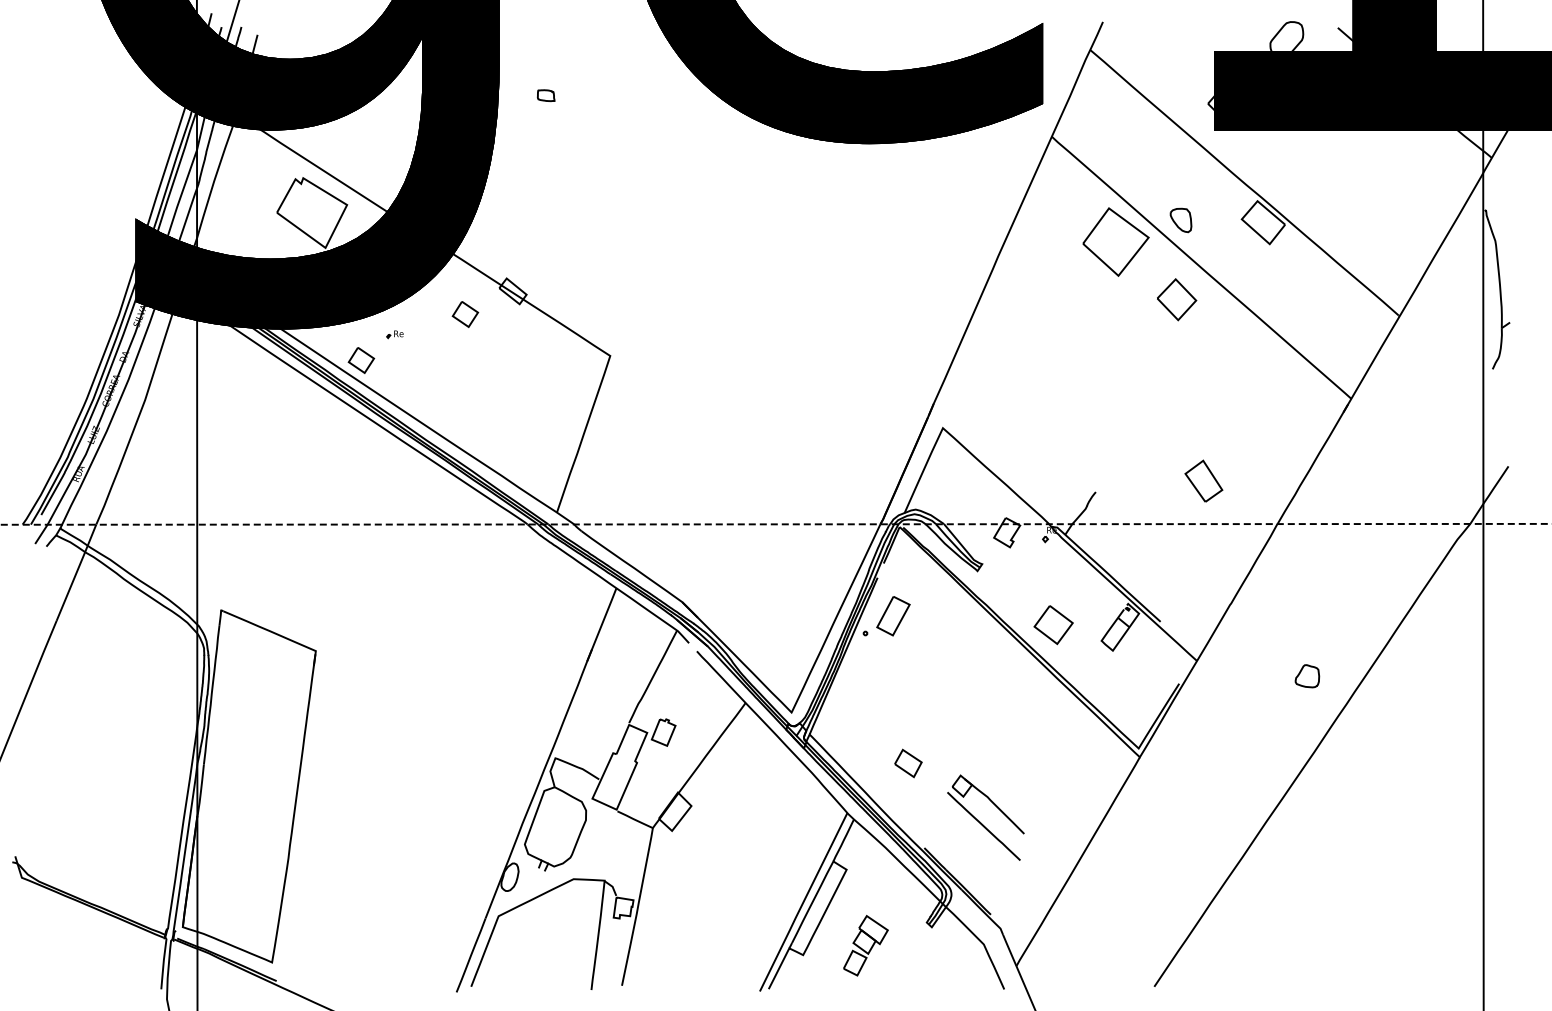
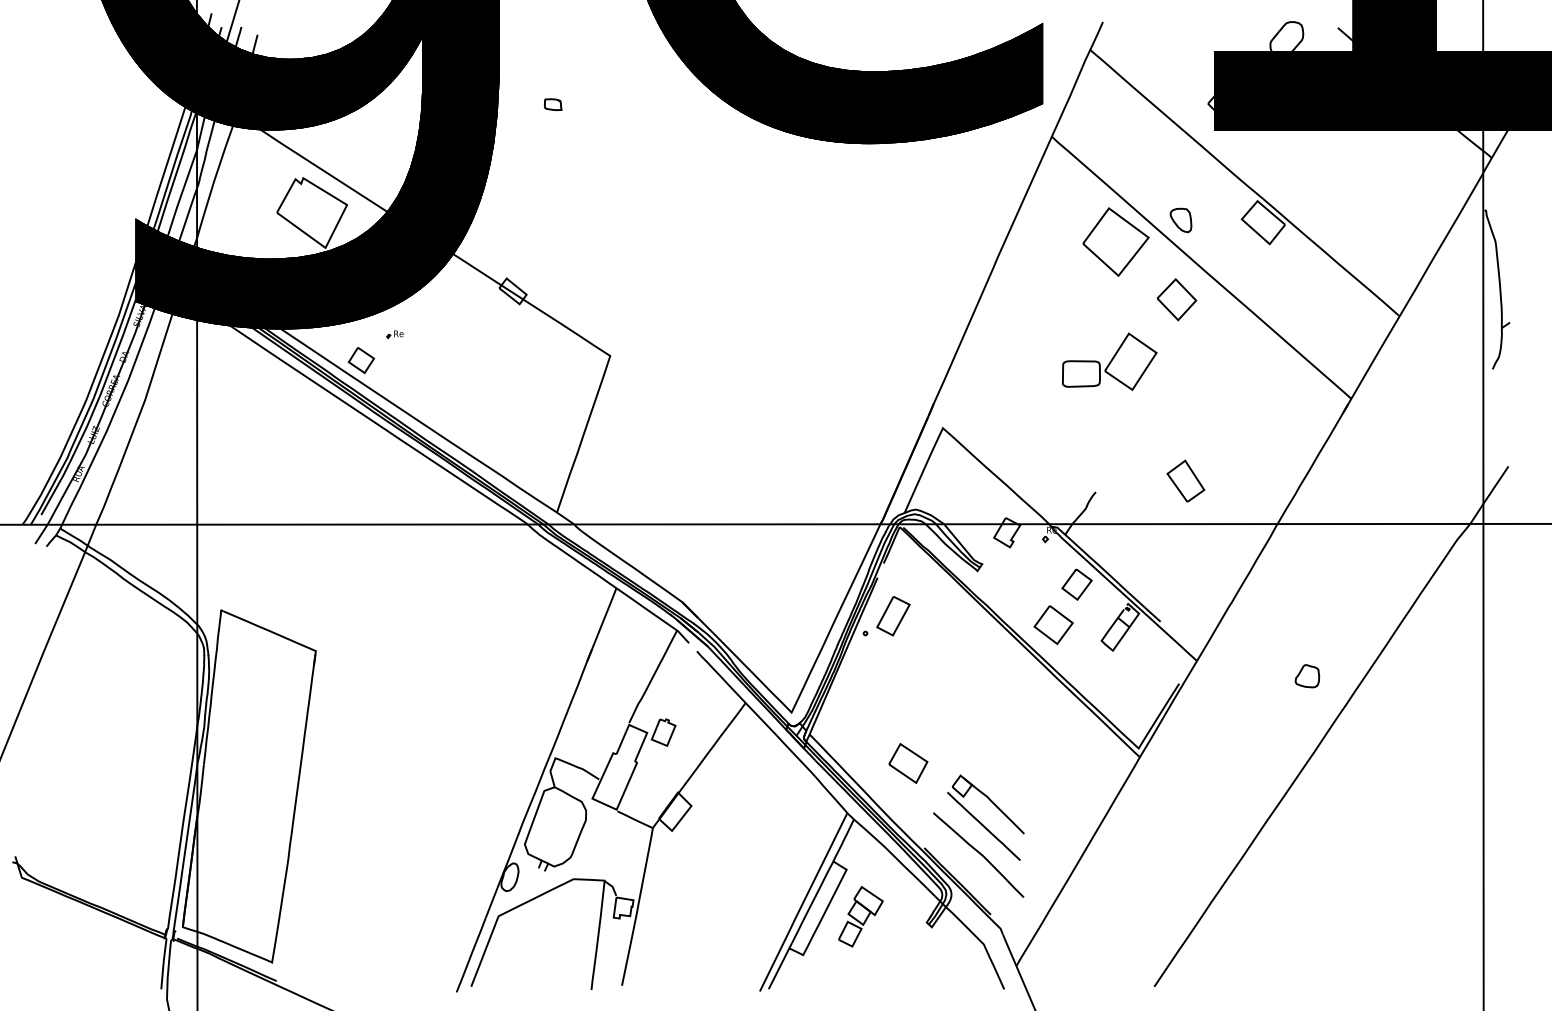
part at (545, 95) position: (545, 95) -> (552, 104)
part at (465, 314): present -> none
part at (1109, 361): none -> present
part at (1203, 480) position: (1203, 480) -> (1185, 480)
line at (775, 524): dashed -> solid
part at (1076, 584): none -> present
part at (908, 763) size: 29x31 px -> 41x41 px
curve at (978, 853): none -> present
part at (865, 945) position: (865, 945) -> (860, 916)
